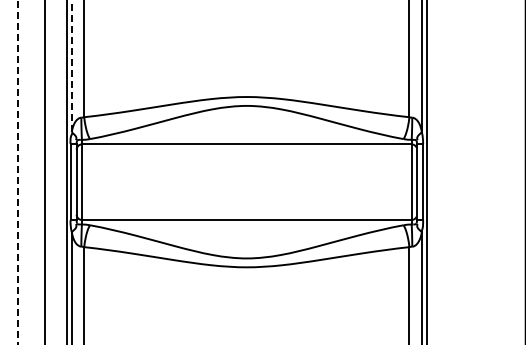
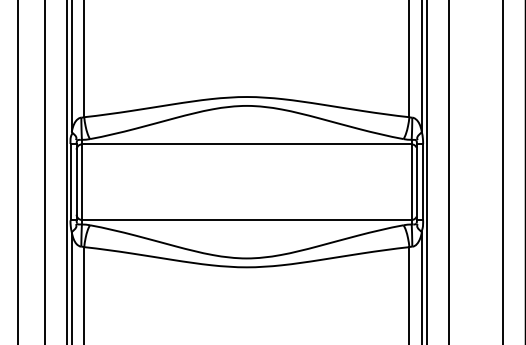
line at (71, 66): dashed -> solid
line at (448, 171): none -> present
line at (503, 171): none -> present
line at (17, 172): dashed -> solid
